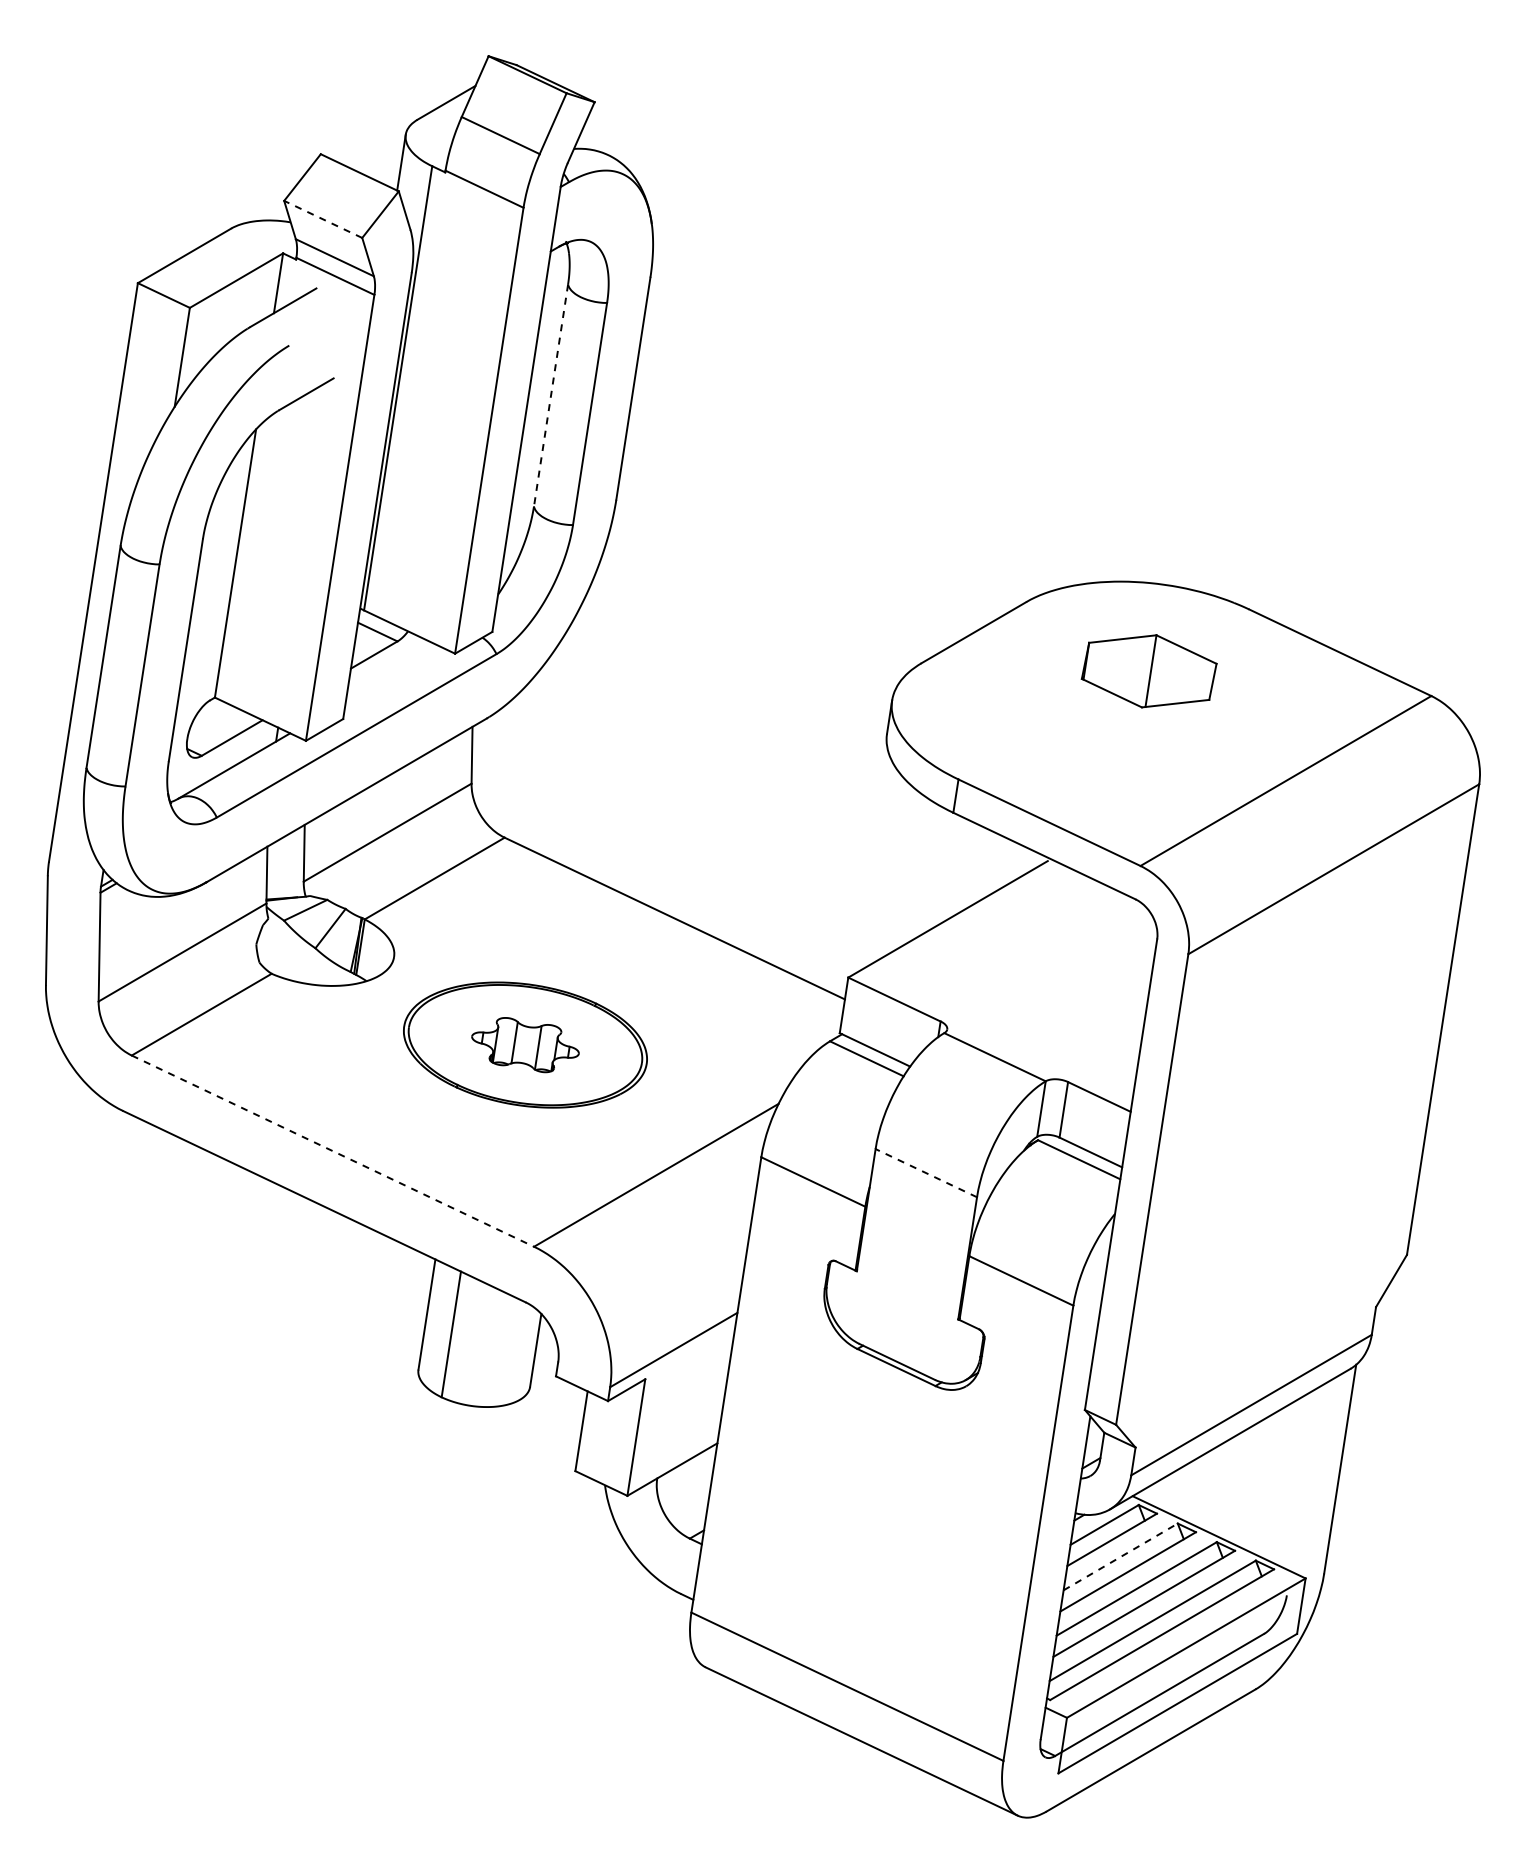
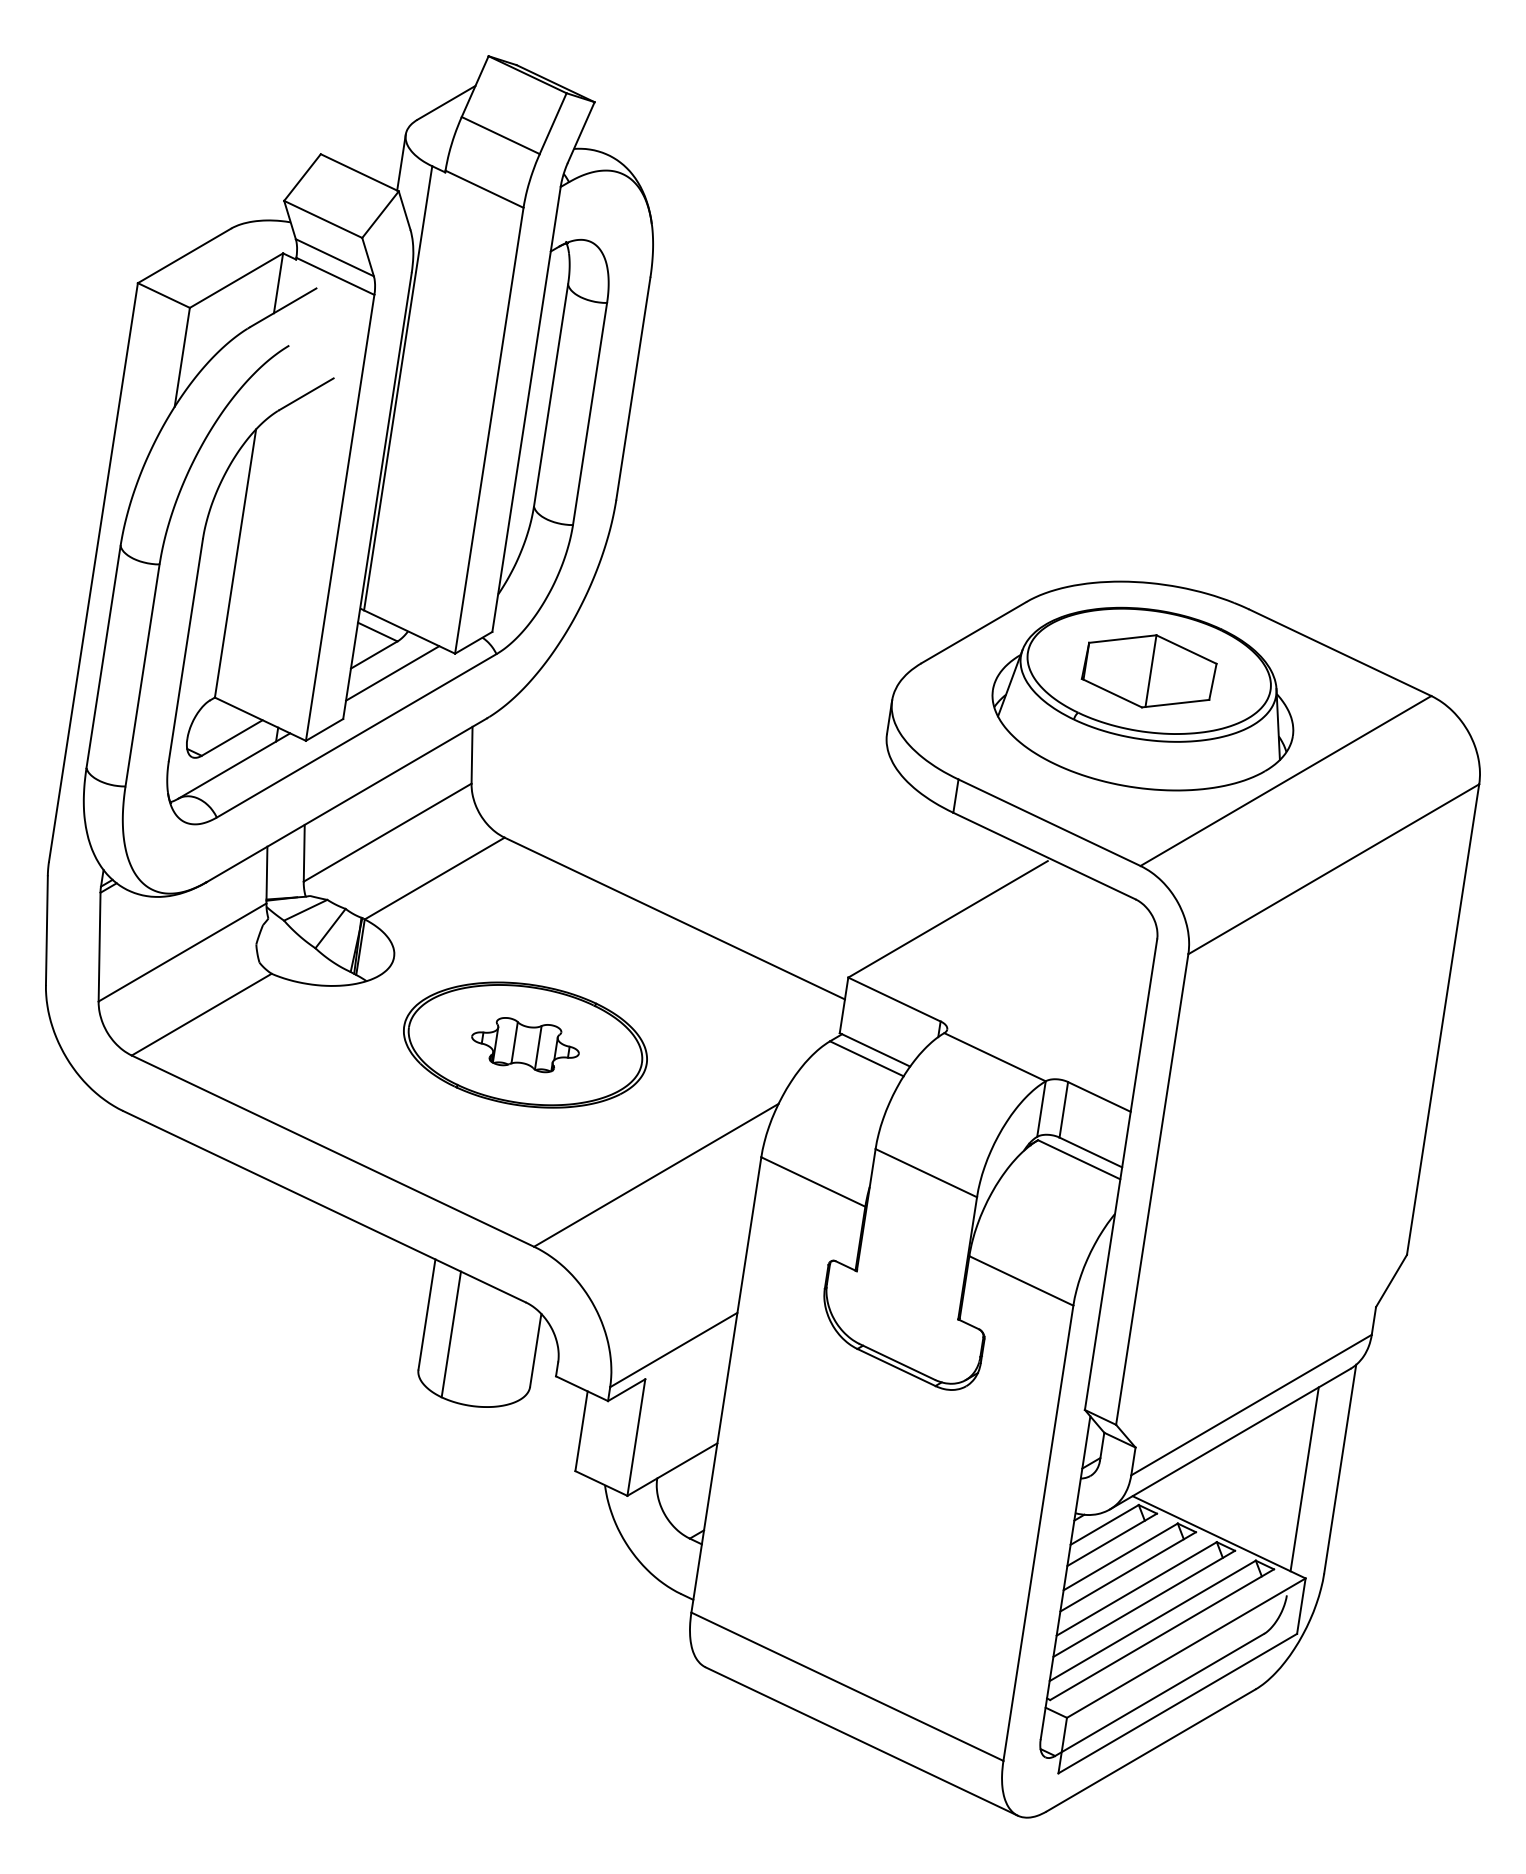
line at (322, 219): dashed -> solid
line at (550, 395): dashed -> solid
line at (392, 673): none -> present
part at (1142, 698): none -> present
line at (332, 1151): dashed -> solid
line at (925, 1172): dashed -> solid
line at (1304, 1479): none -> present
line at (1121, 1556): dashed -> solid
